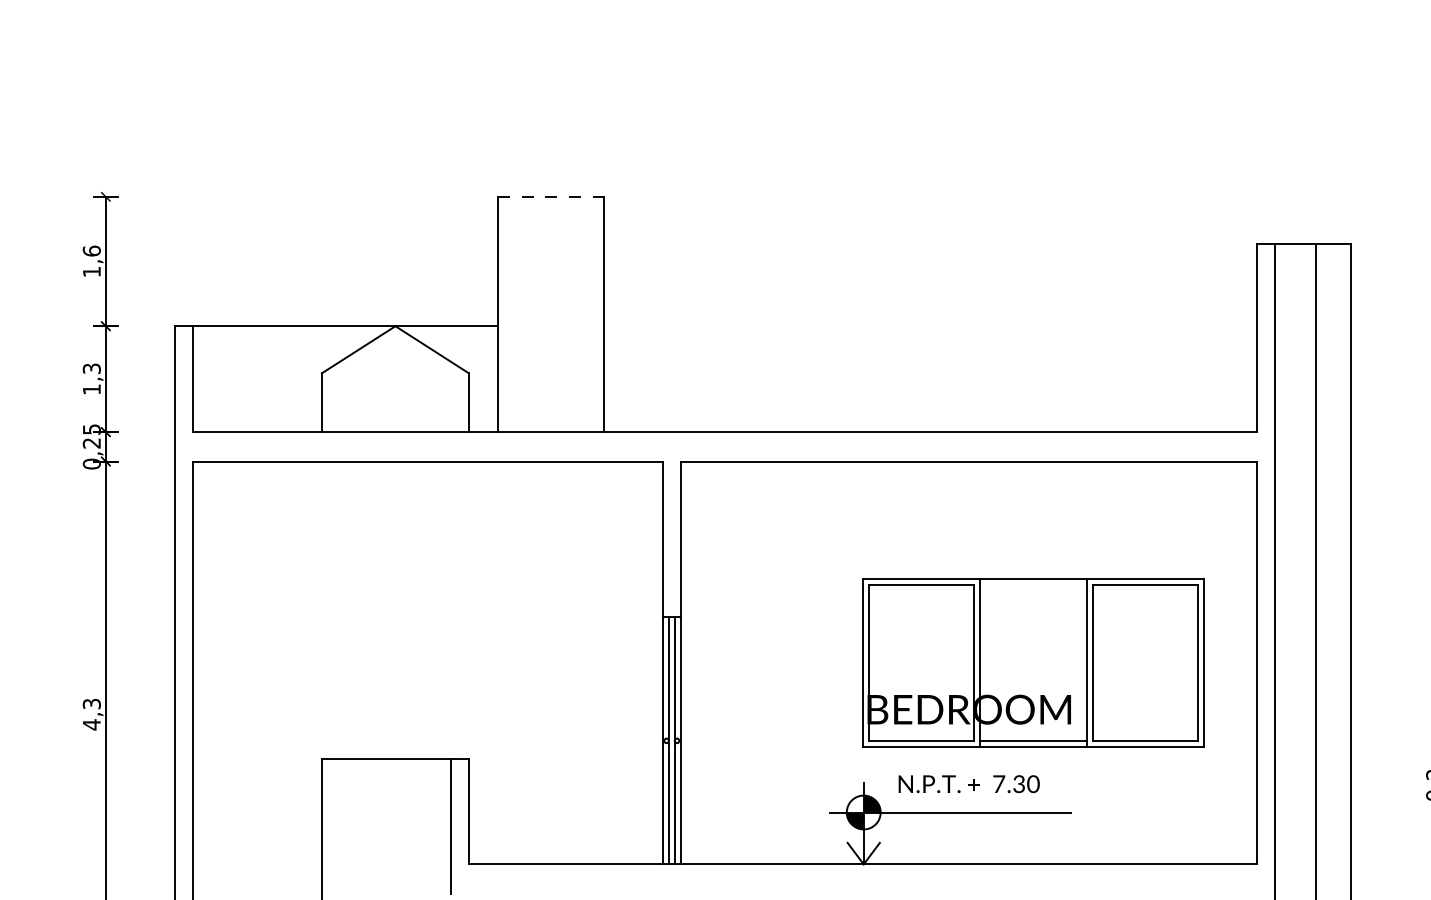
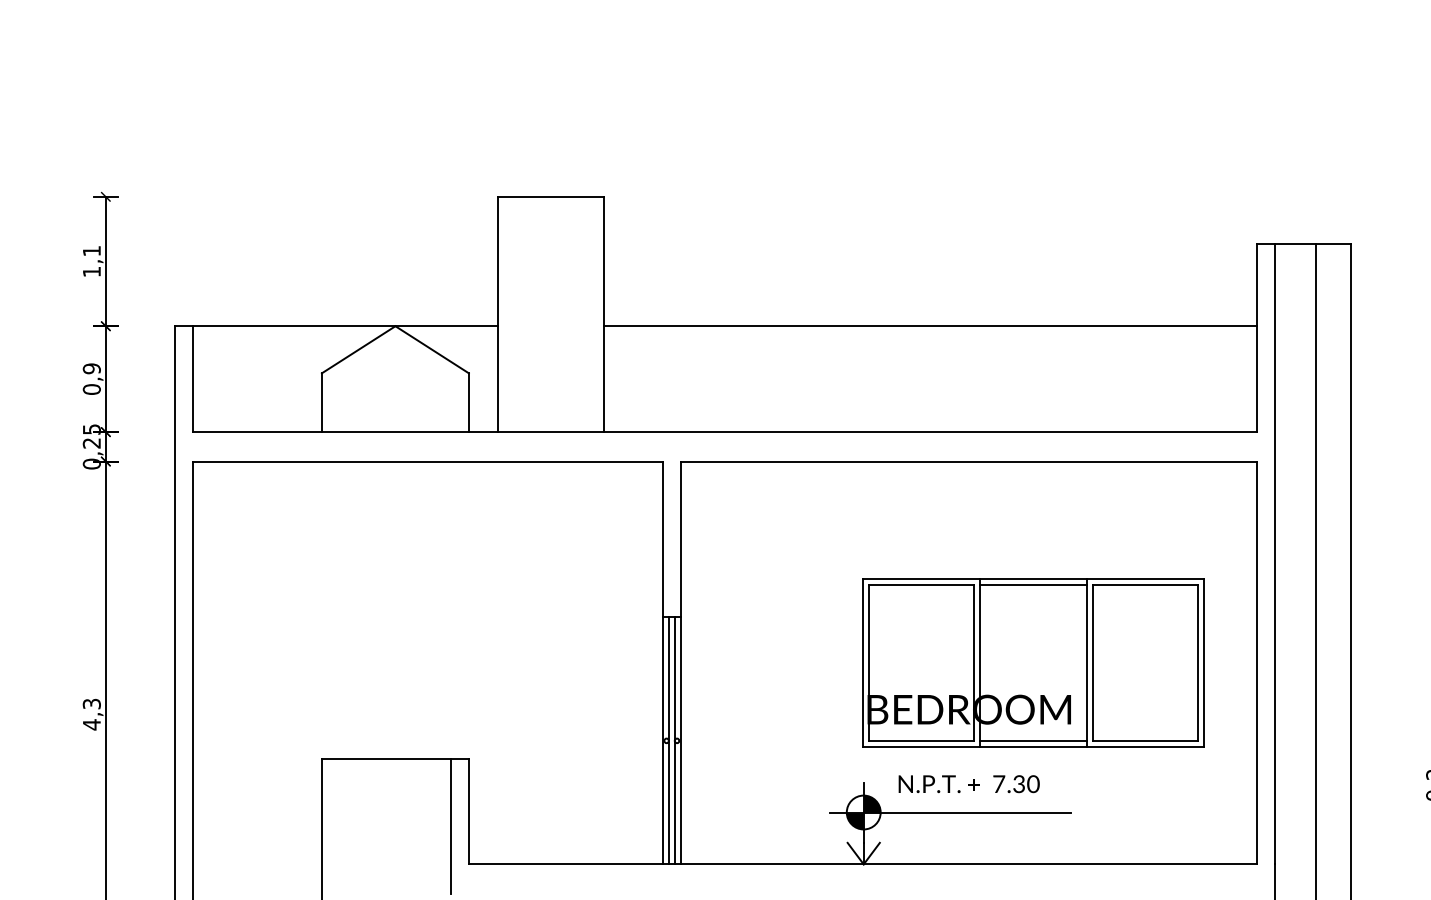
line at (551, 196): dashed -> solid
text at (91, 250): 1,6 -> 1,1
line at (930, 326): none -> present
text at (91, 378): 1,3 -> 0,9
line at (1033, 585): none -> present
